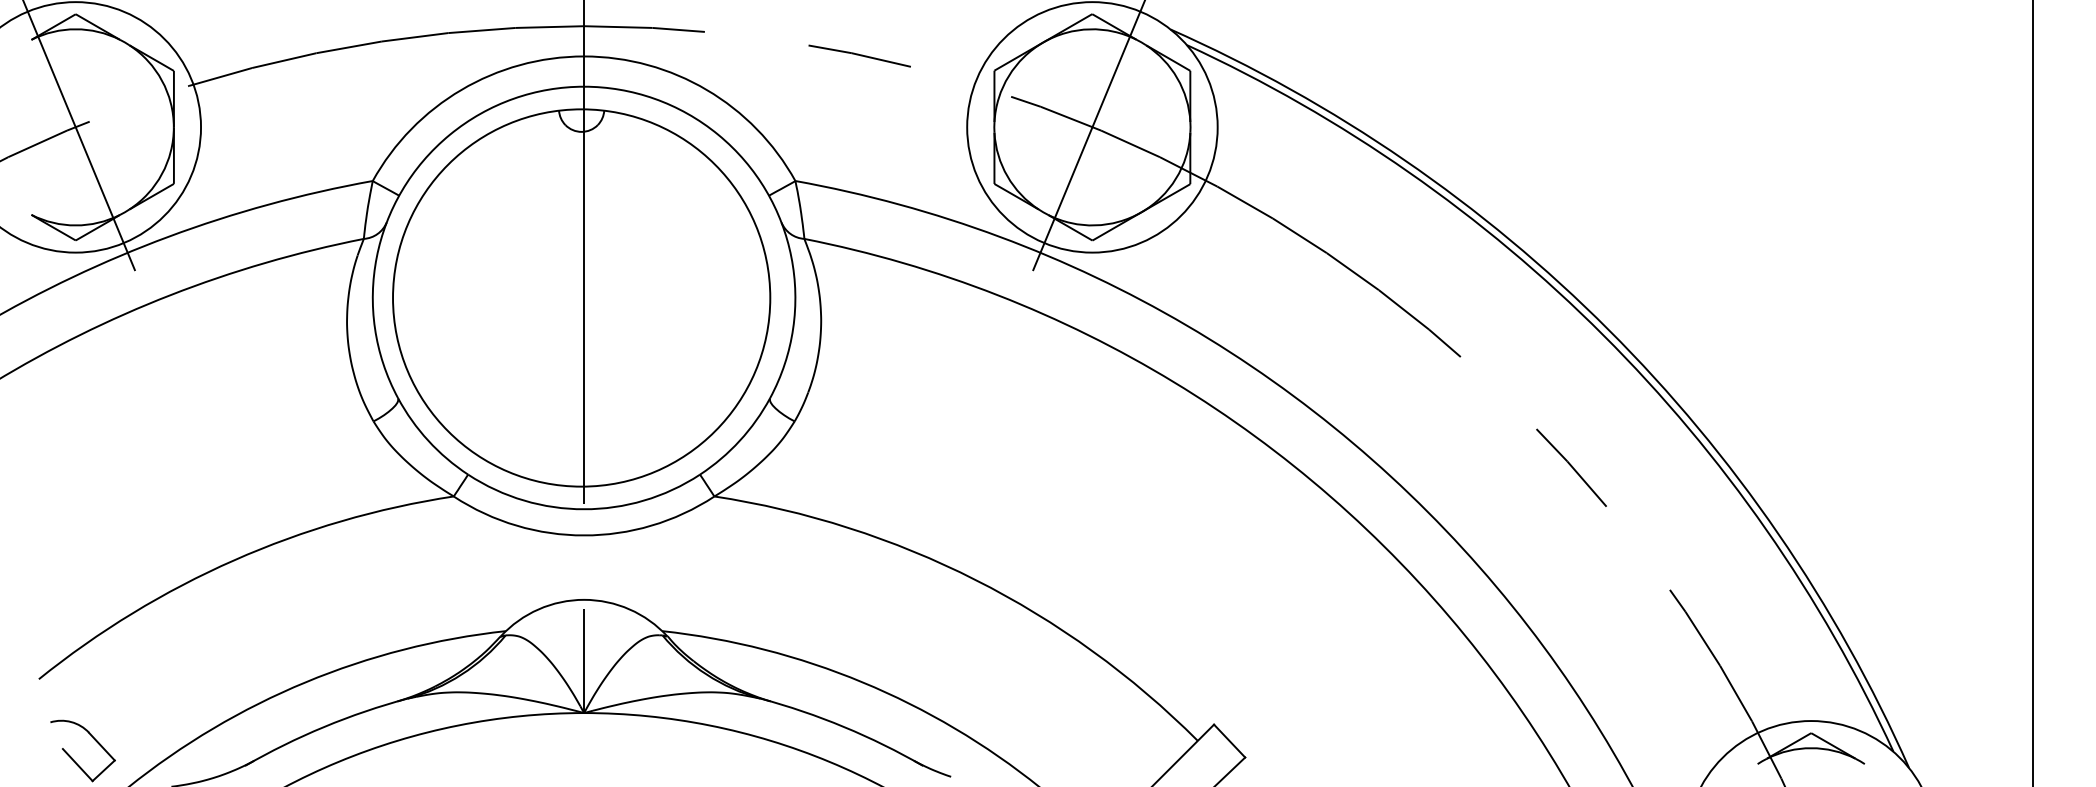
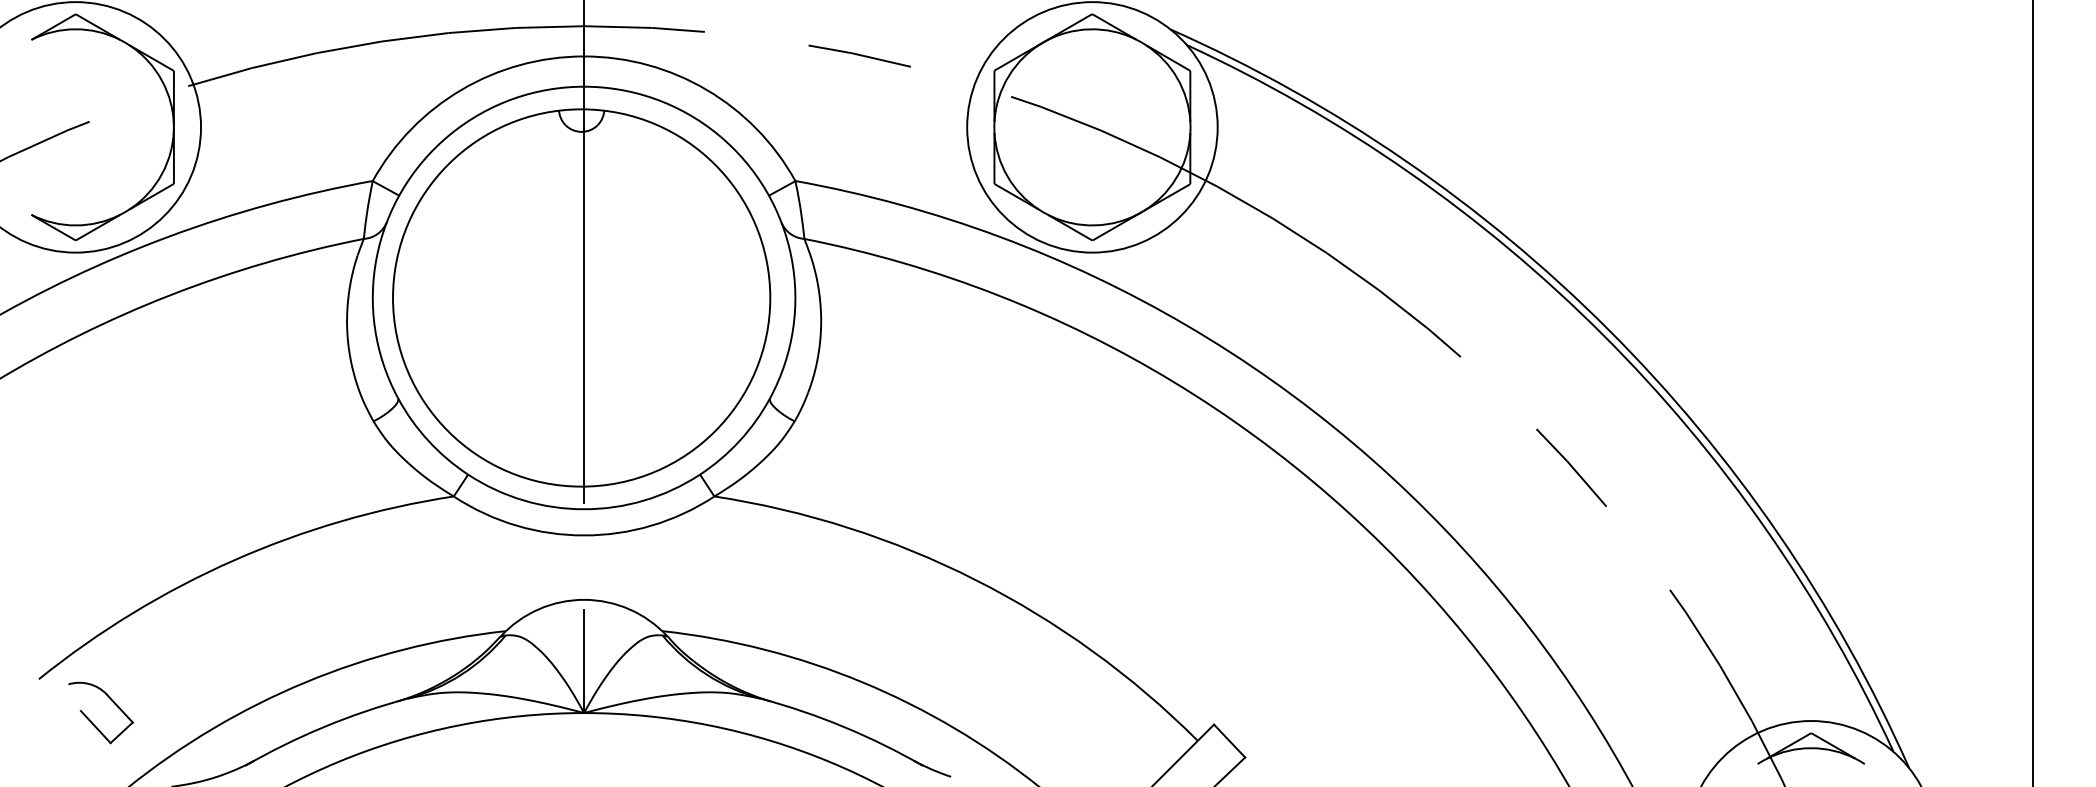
line at (79, 136): present -> none
line at (1088, 136): present -> none
part at (73, 758) position: (73, 758) -> (91, 720)
